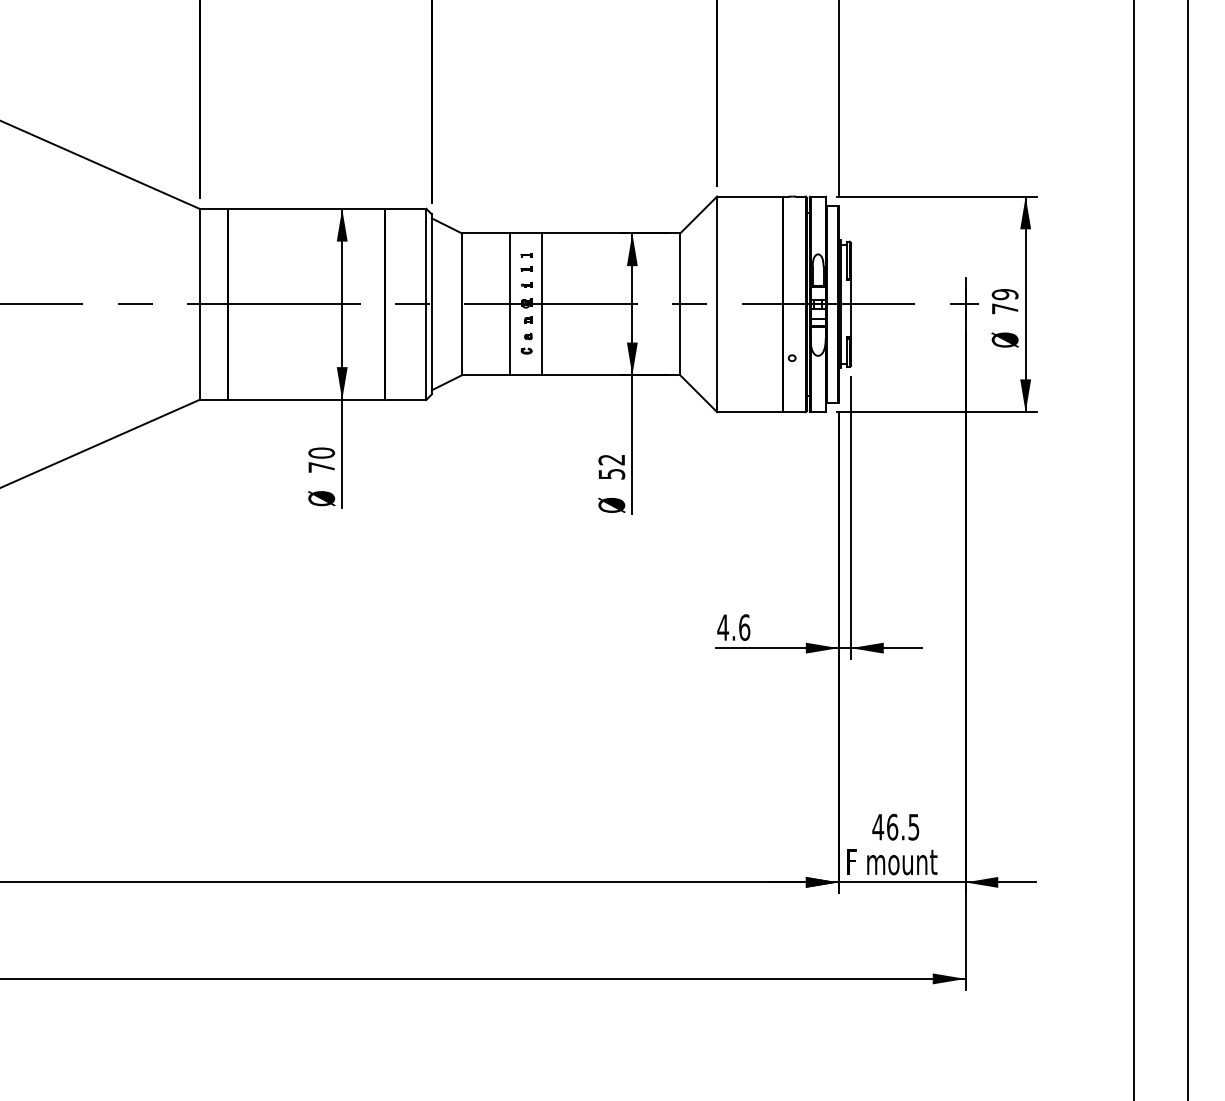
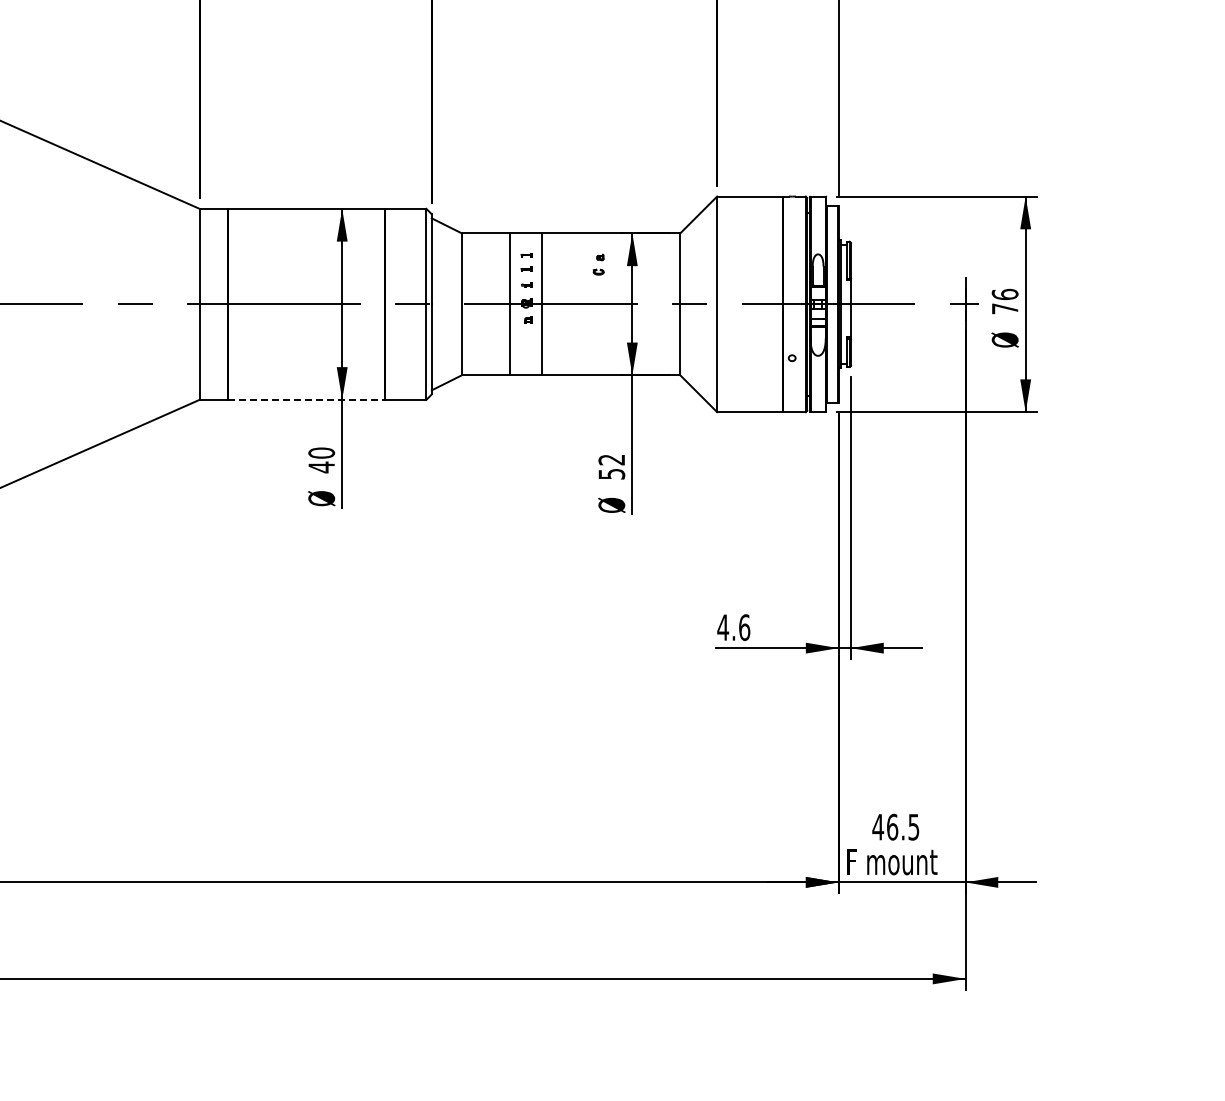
text at (1004, 294): 79 -> 76
part at (526, 343) position: (526, 343) -> (598, 264)
line at (306, 399): solid -> dashed
text at (321, 467): 70 -> 40
line at (1133, 549): present -> none
line at (1188, 549): present -> none
